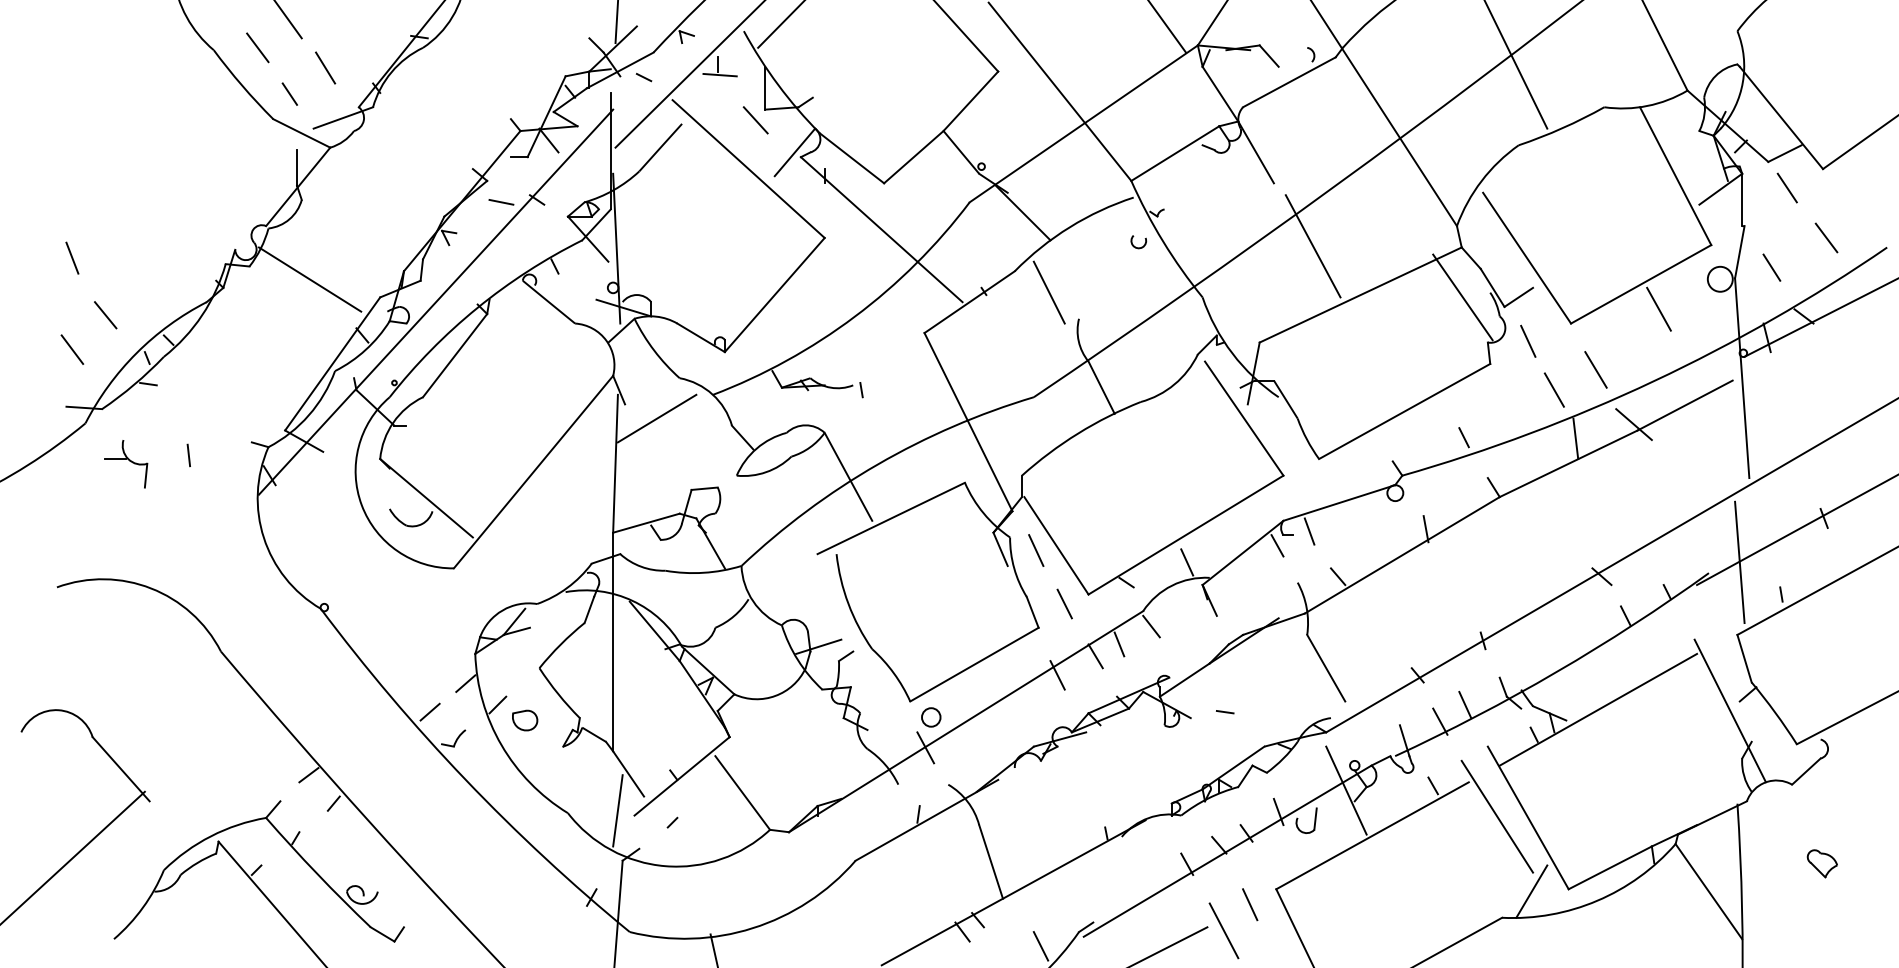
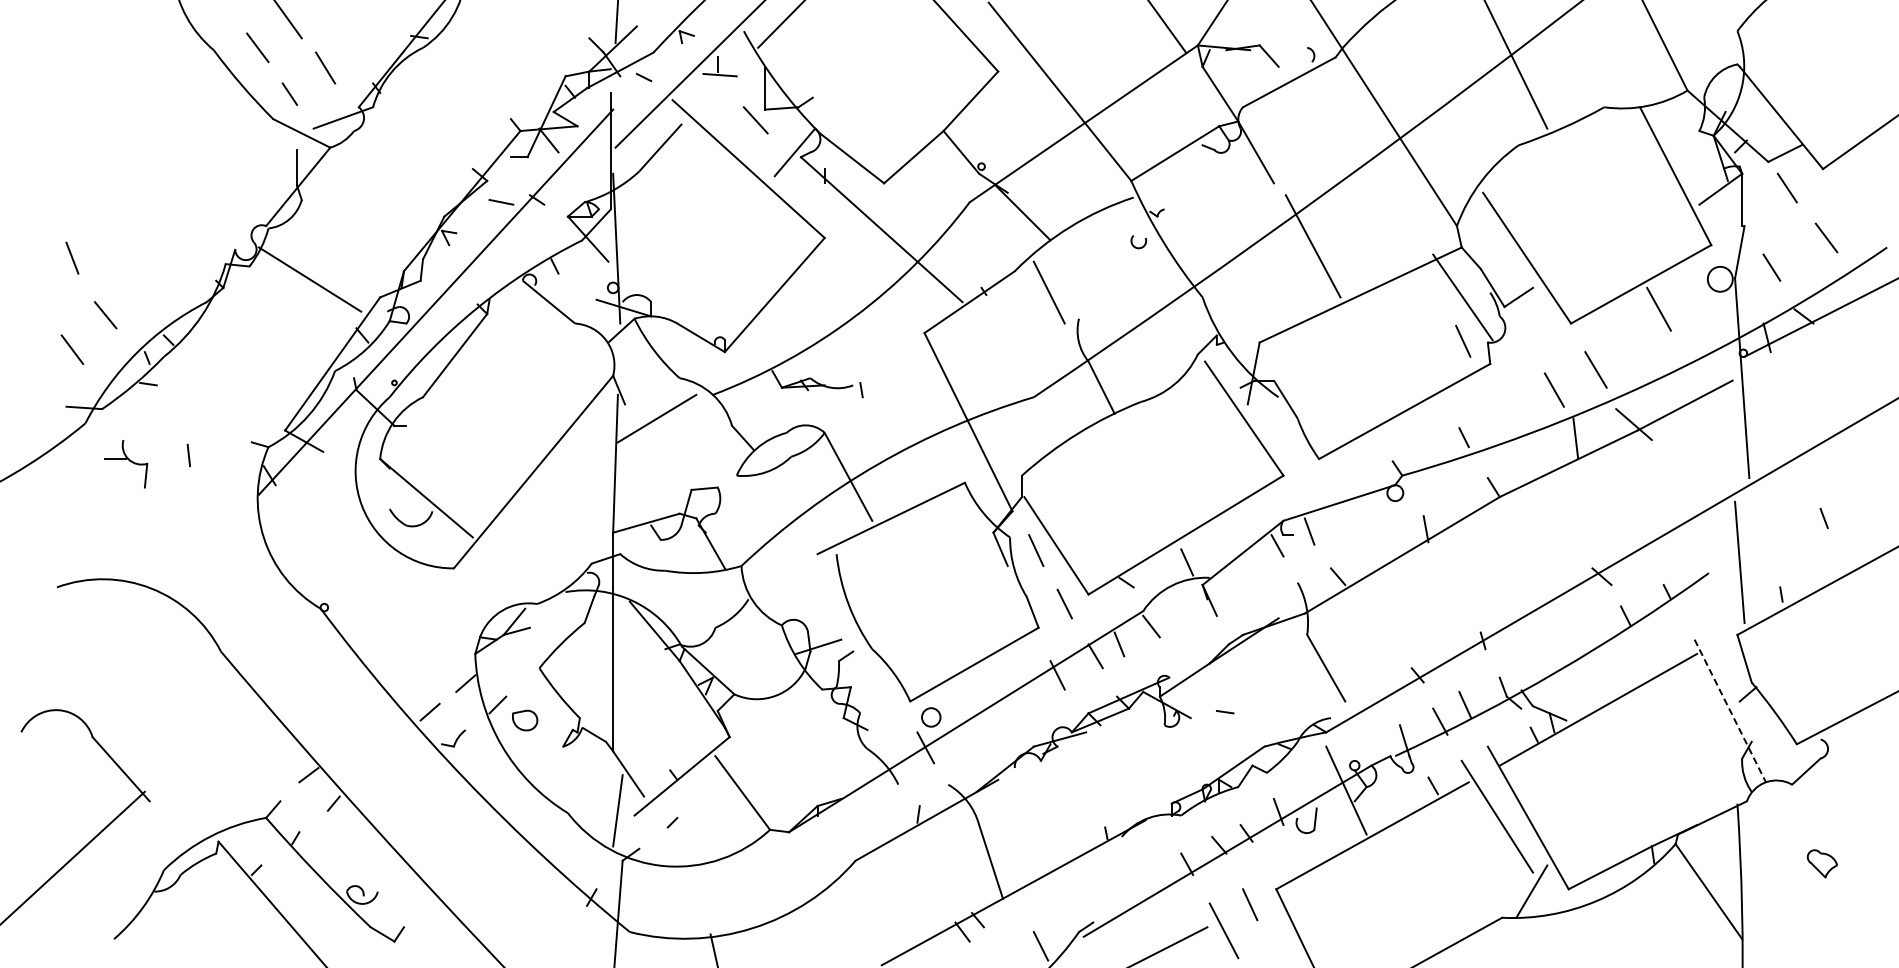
line at (1528, 340) position: (1528, 340) -> (1463, 340)
line at (1796, 530): present -> none
line at (1730, 710): solid -> dashed
